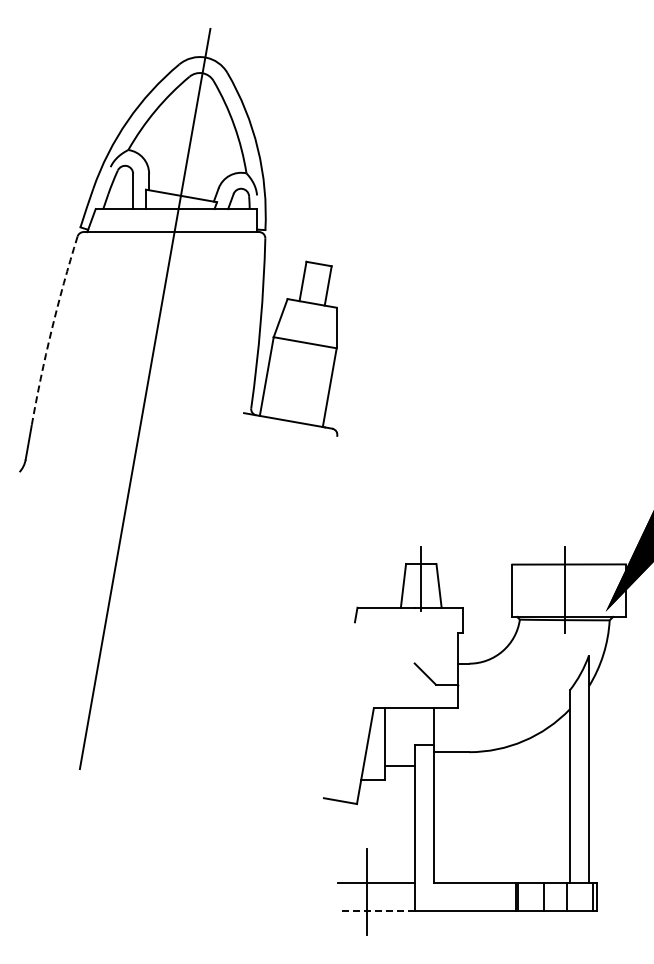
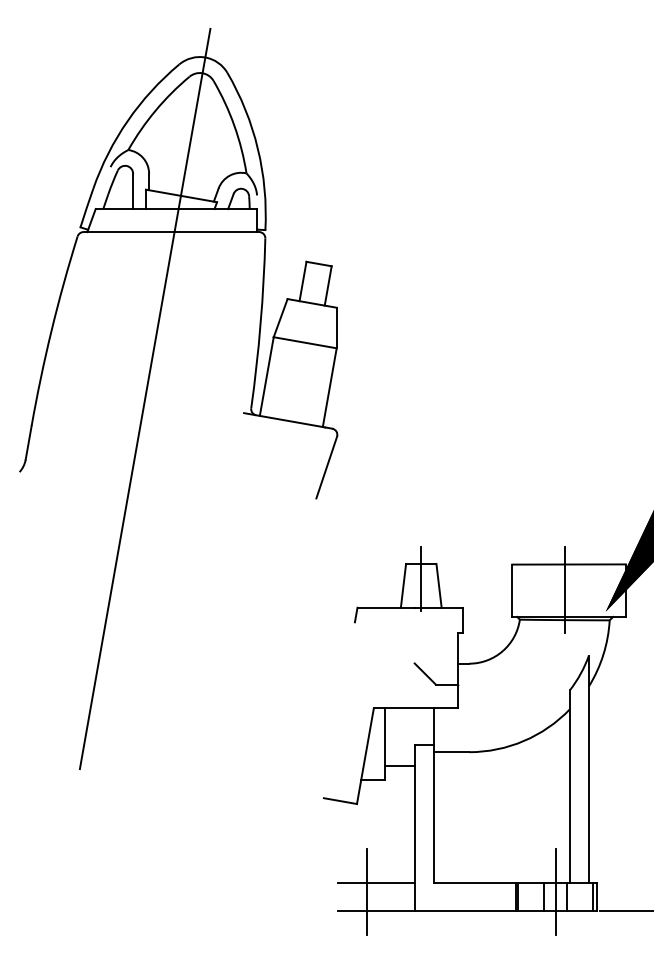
arc at (51, 330): dashed -> solid
line at (326, 467): none -> present
line at (555, 891): none -> present
line at (376, 911): dashed -> solid
line at (624, 911): none -> present
